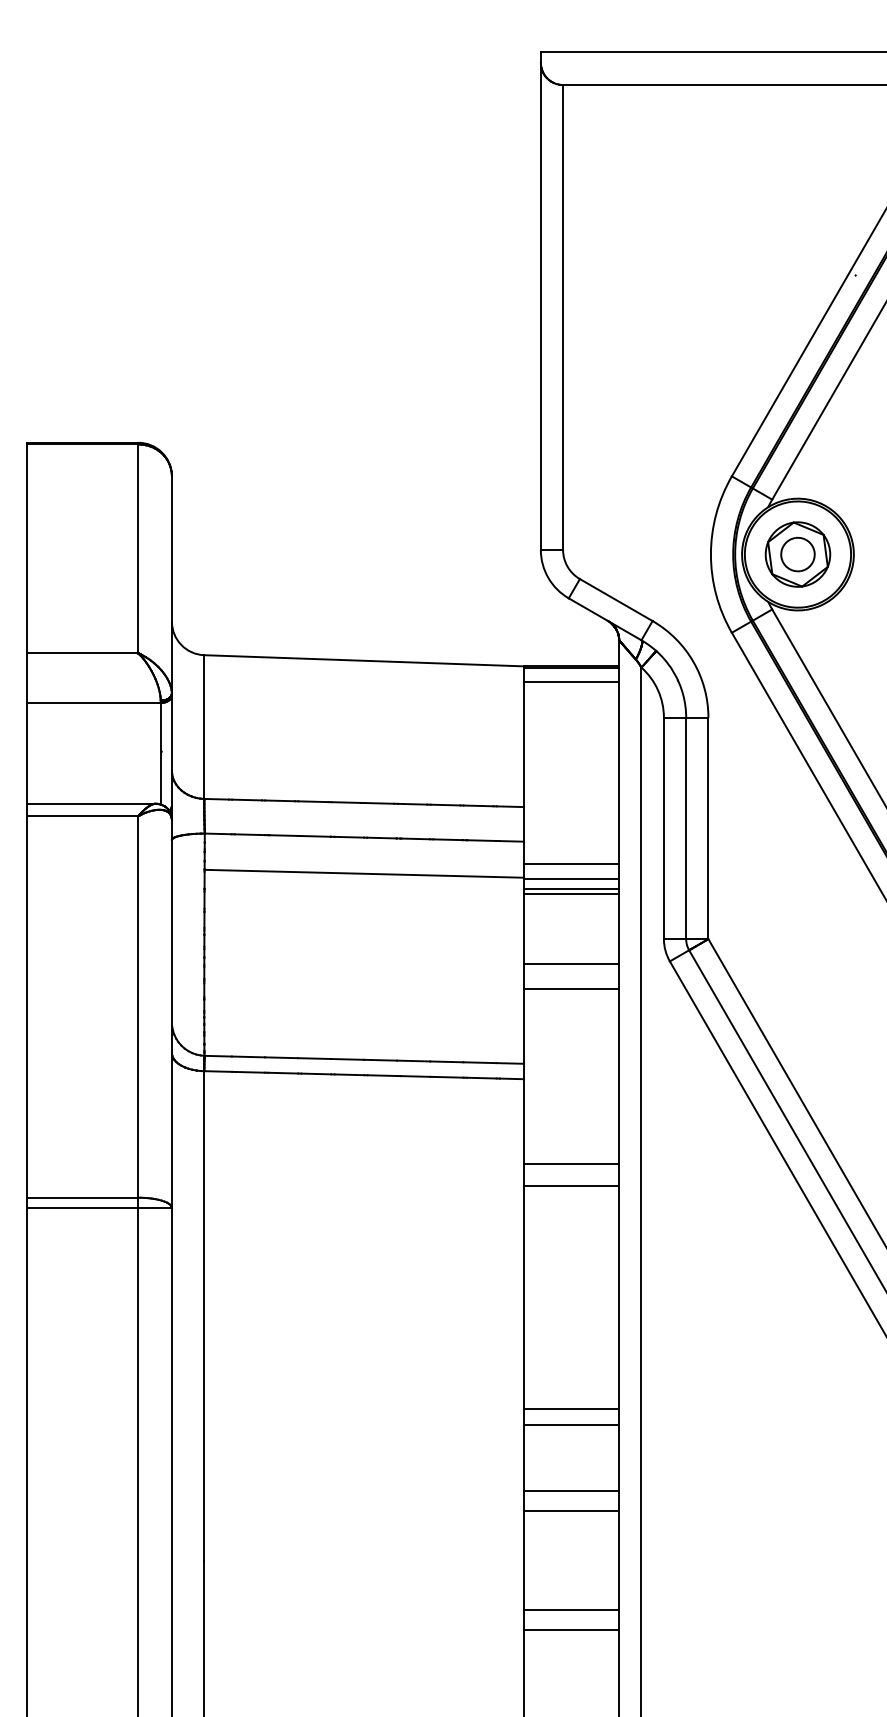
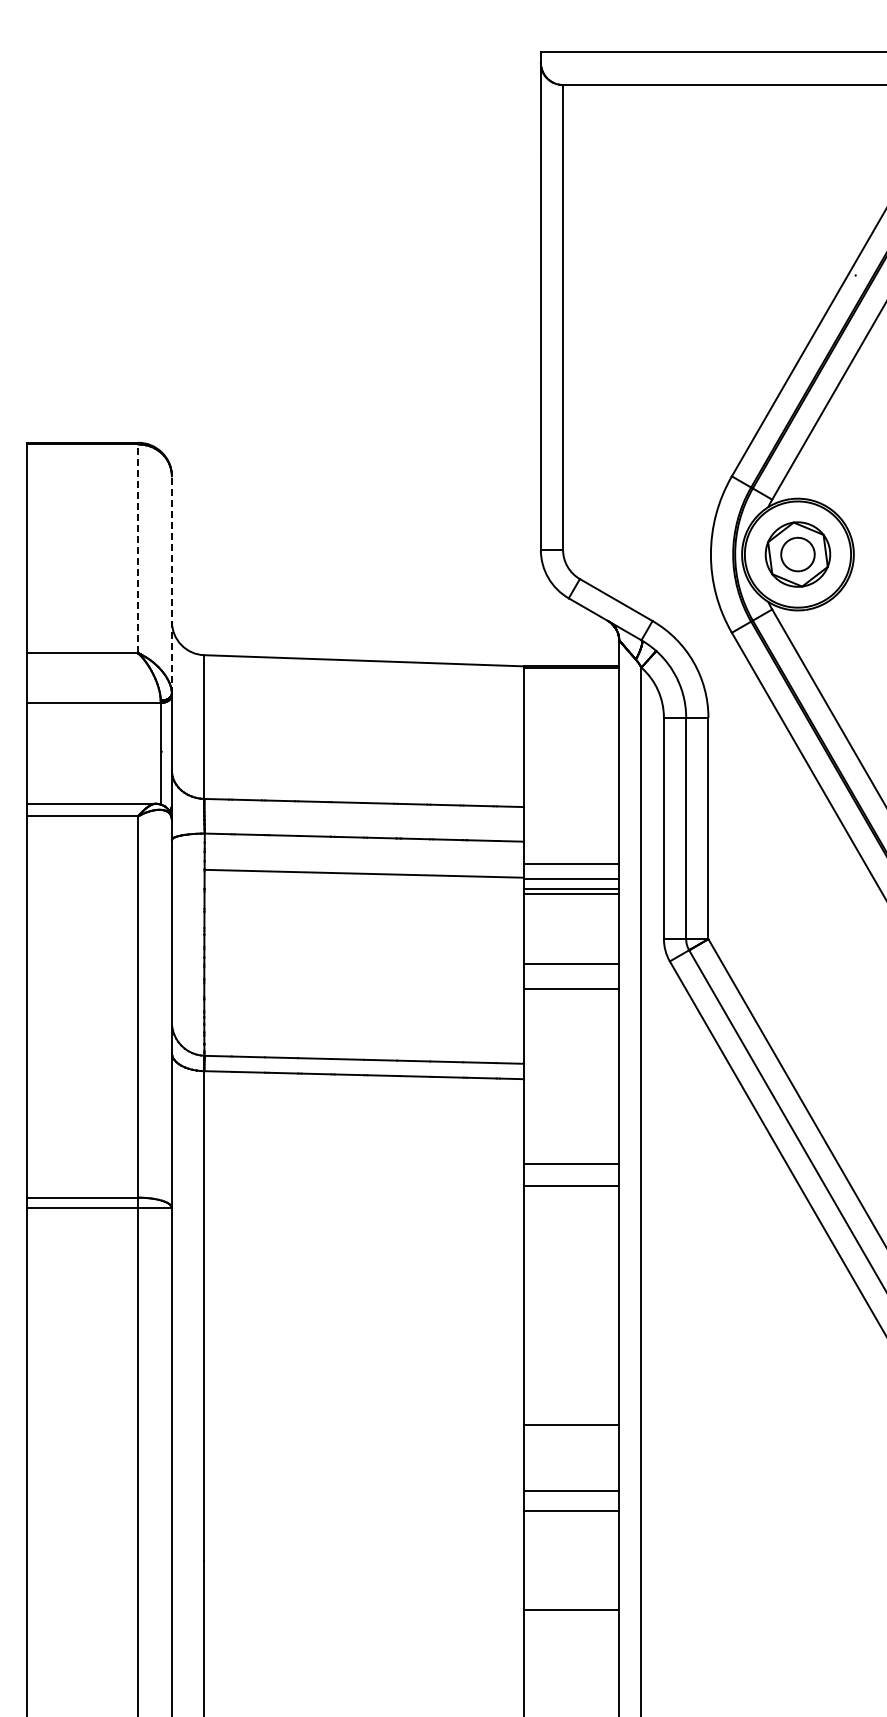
line at (138, 548): solid -> dashed
line at (171, 584): solid -> dashed
line at (571, 682): present -> none
line at (571, 1409): present -> none
line at (571, 1629): present -> none
